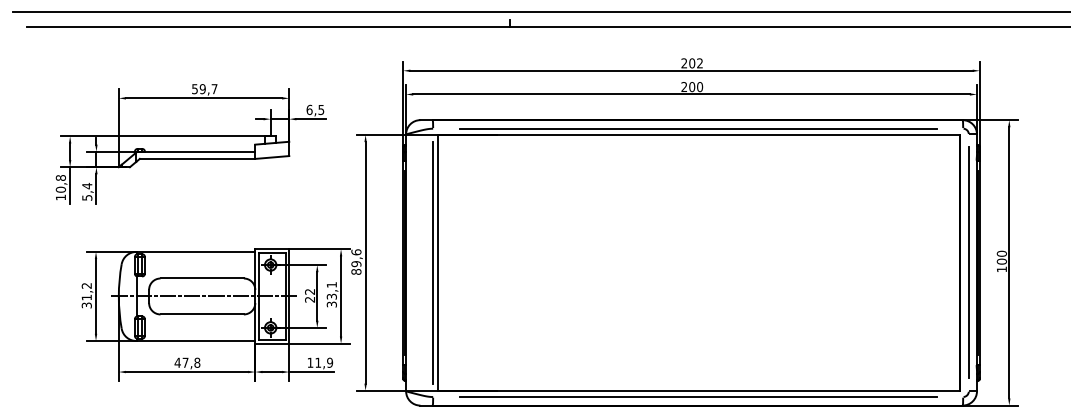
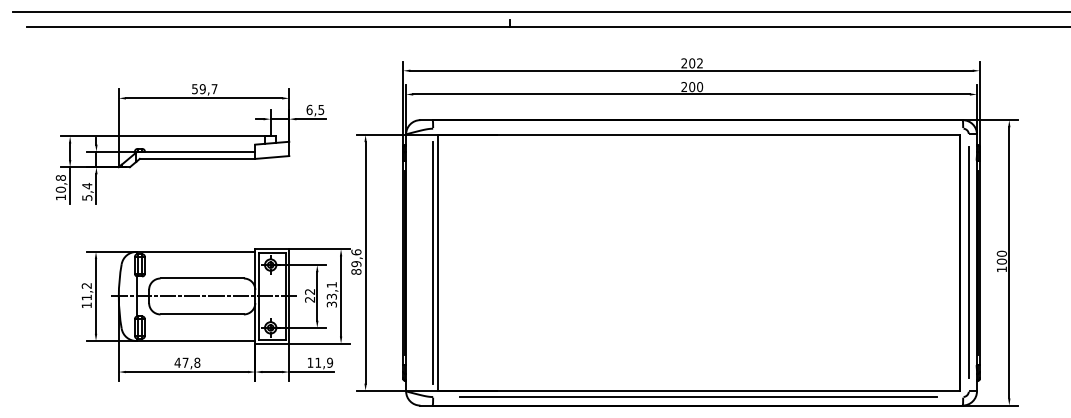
line at (697, 128): present -> none
text at (86, 305): 31,2 -> 11,2
